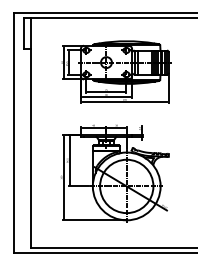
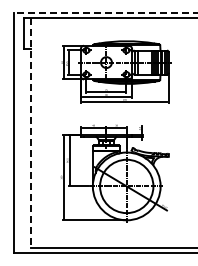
line at (105, 12): solid -> dashed
line at (31, 133): solid -> dashed
